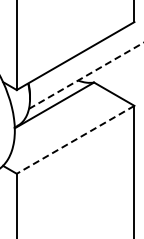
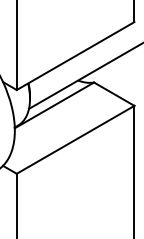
line at (86, 75): dashed -> solid
line at (75, 139): dashed -> solid
